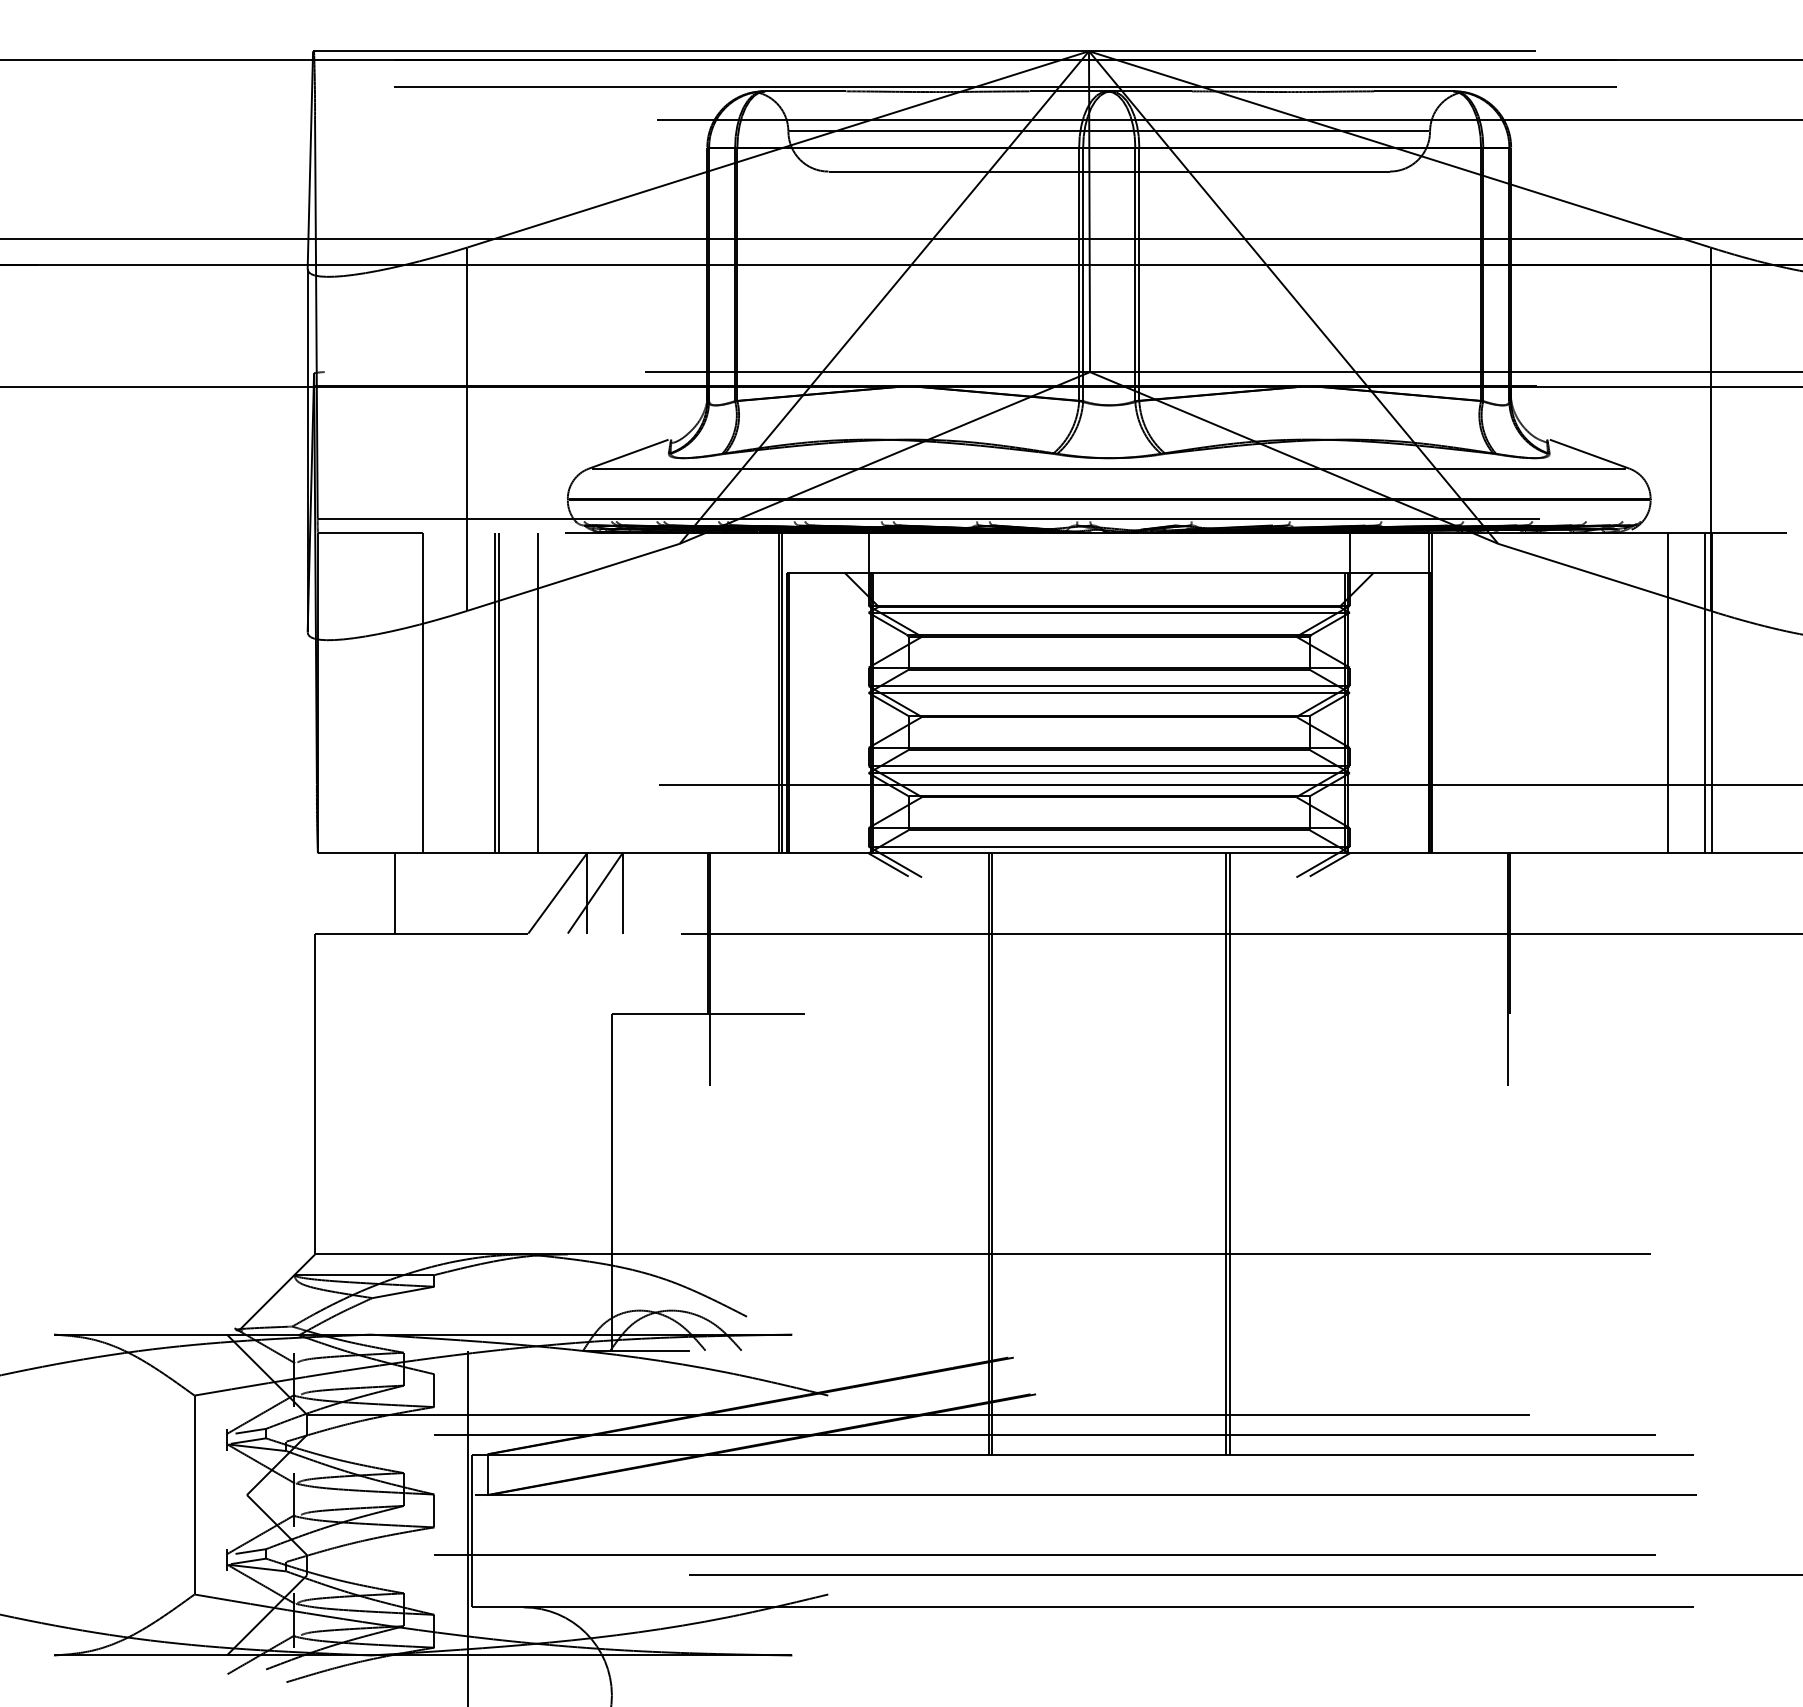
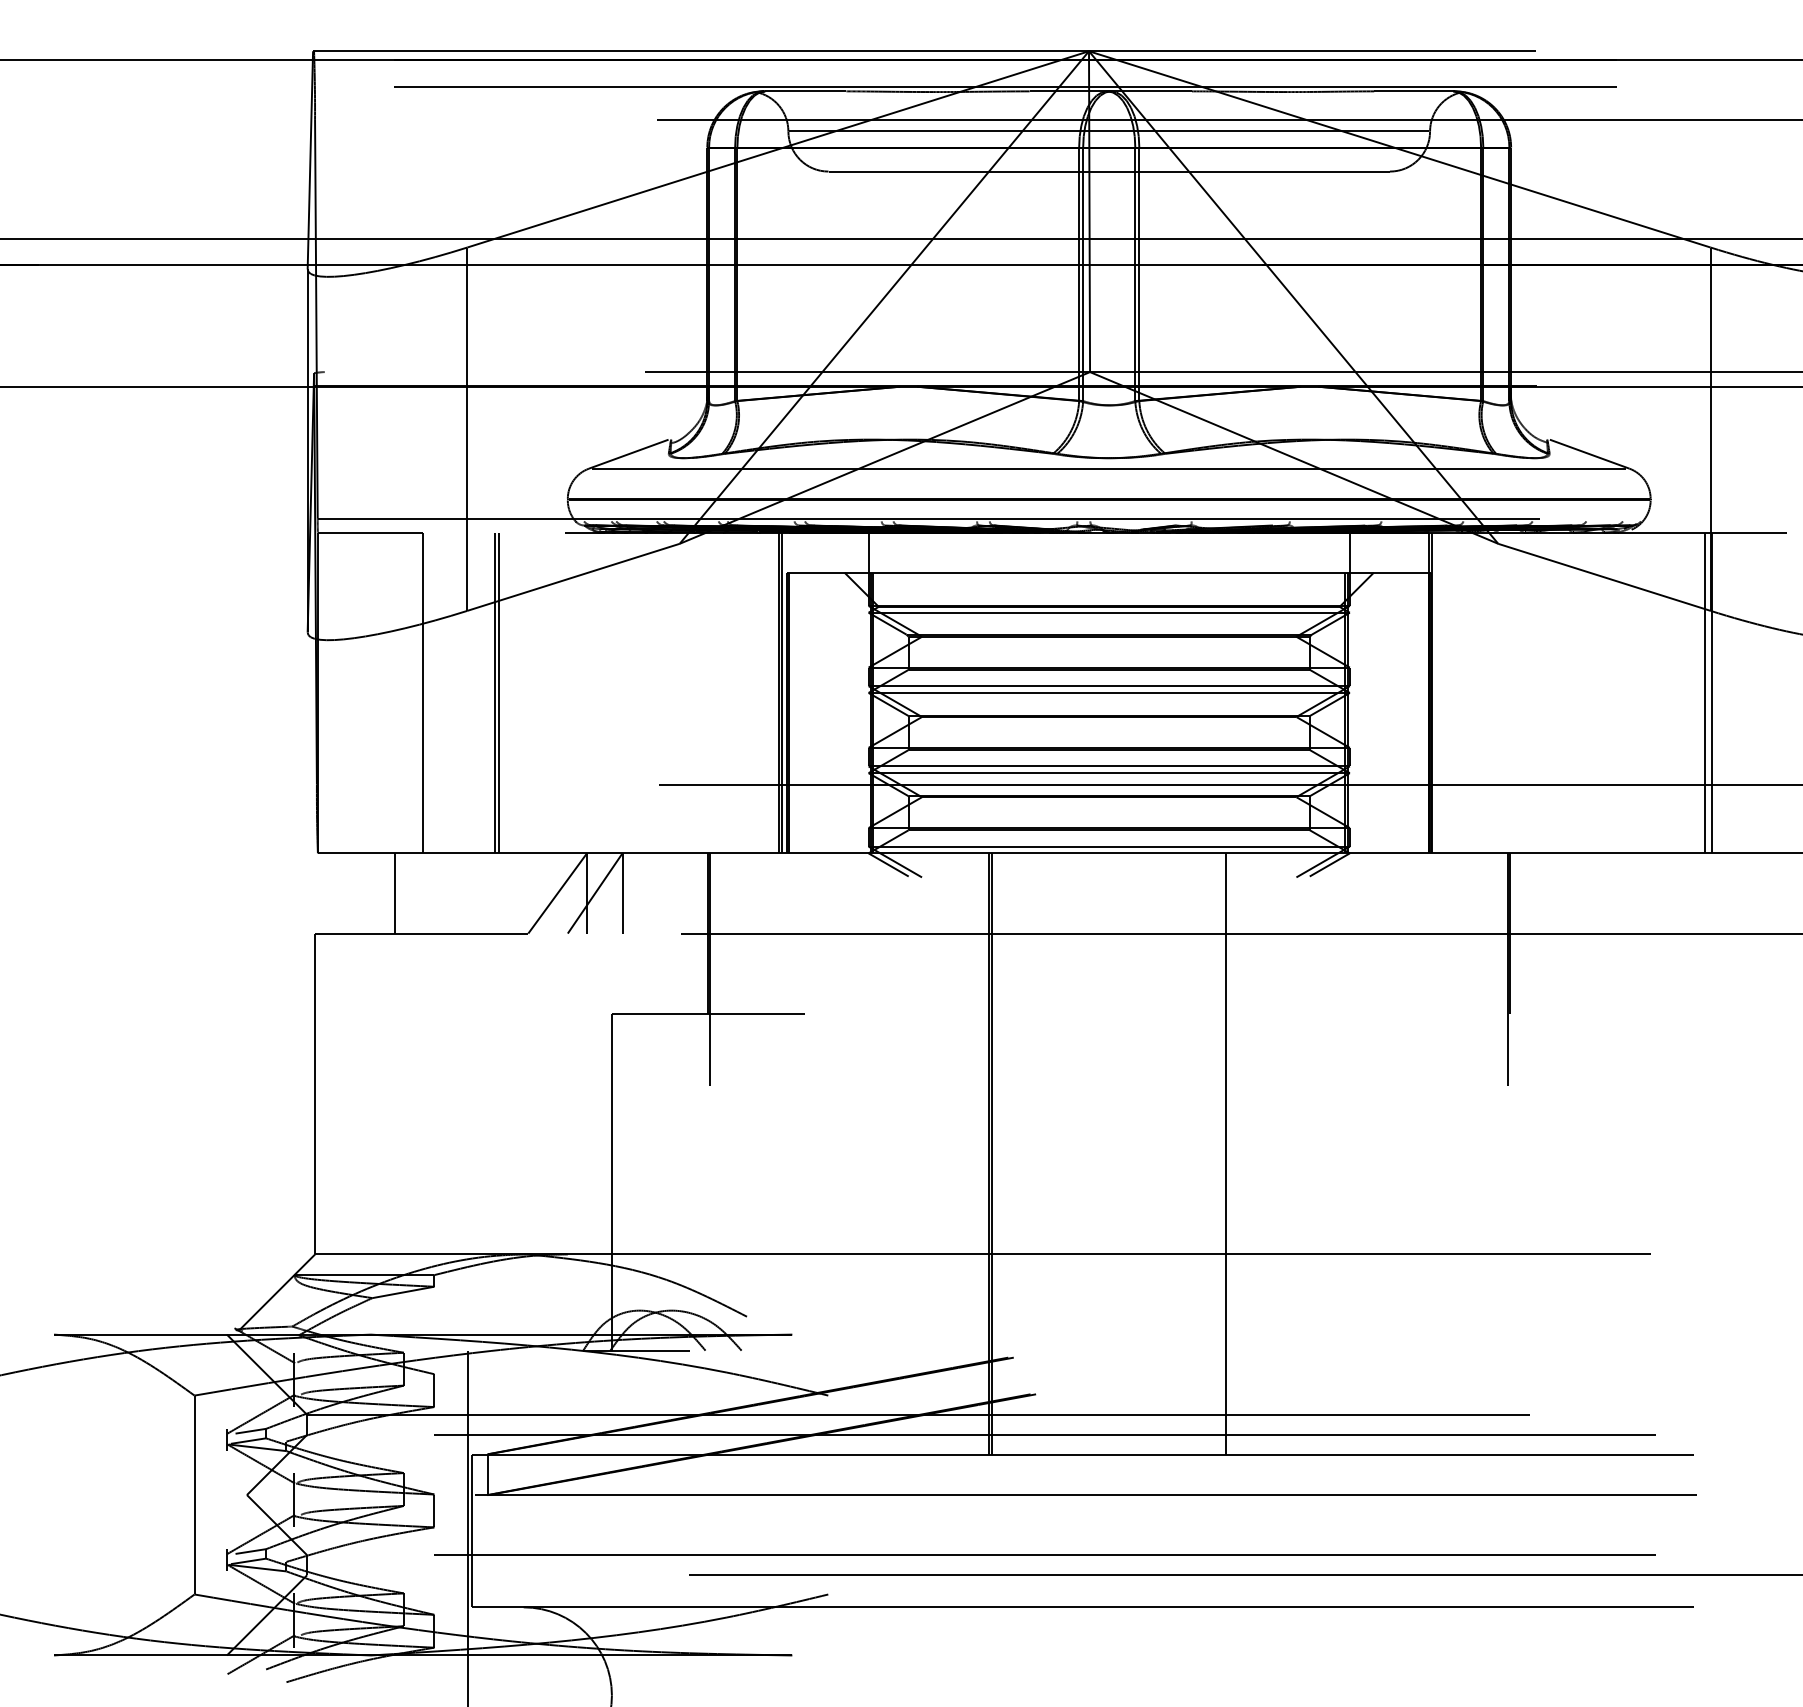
line at (537, 692): present -> none
line at (1668, 692): present -> none
line at (1229, 1153): present -> none
